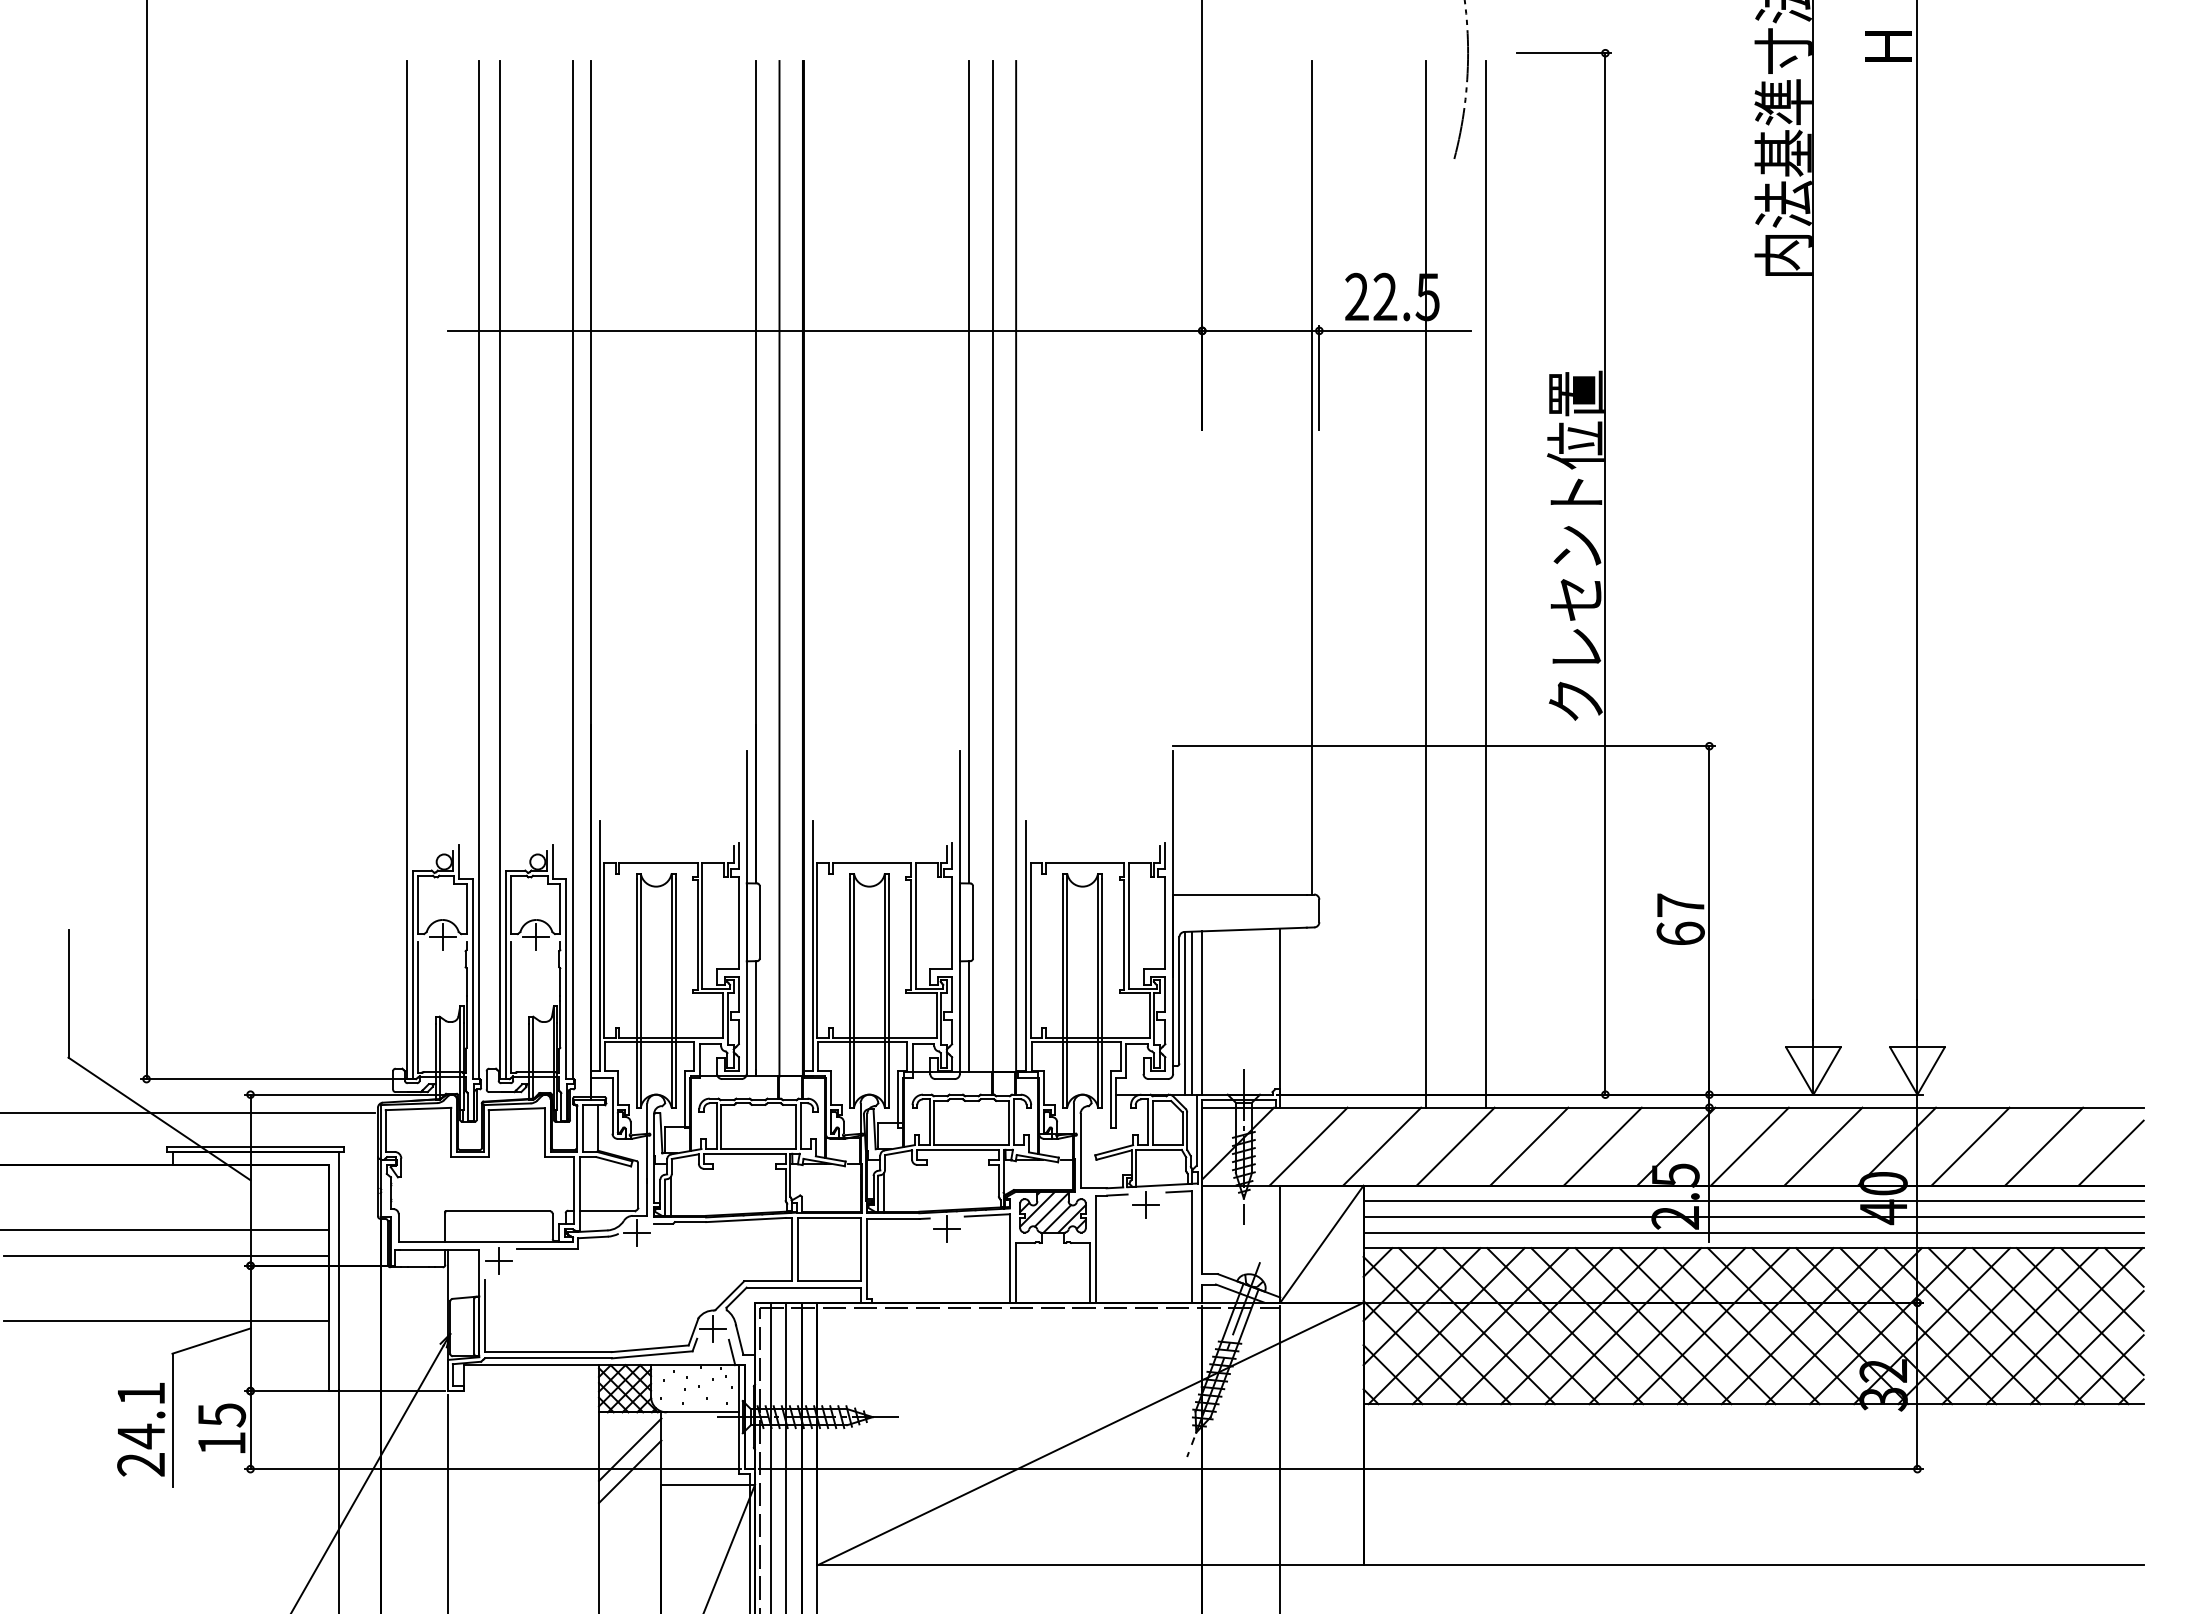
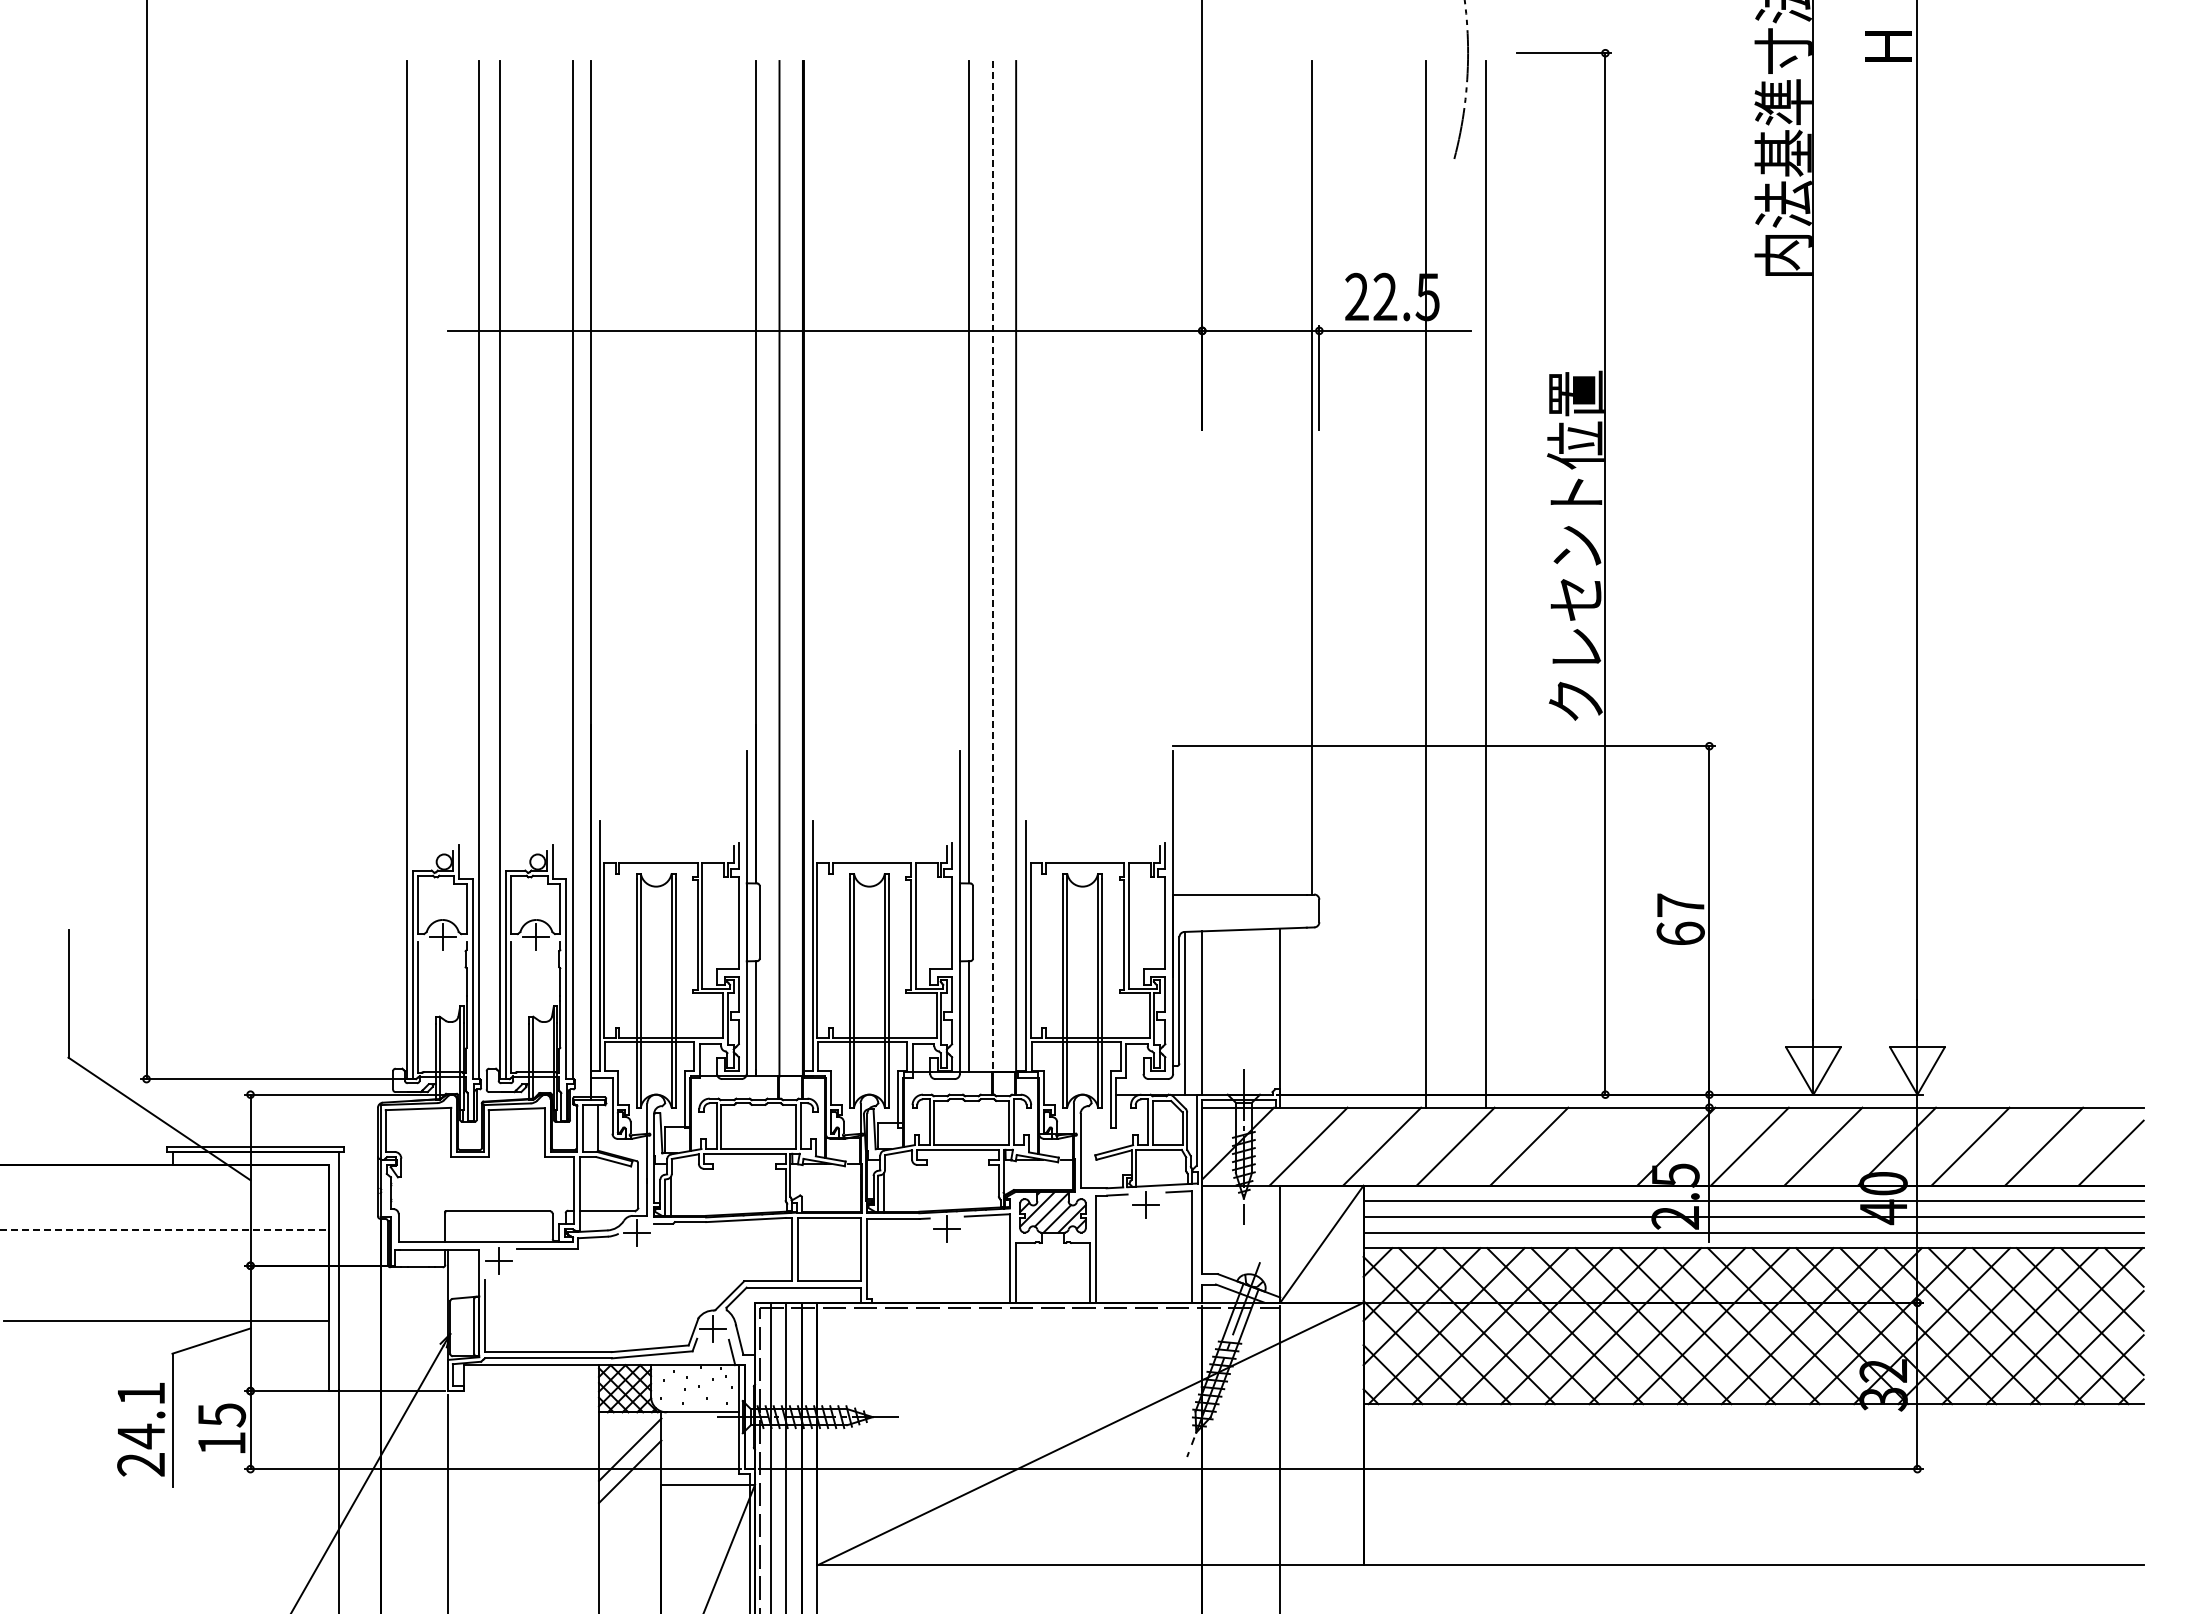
line at (992, 566): solid -> dashed
line at (1191, 1012): present -> none
line at (188, 1112): present -> none
line at (1602, 1146): present -> none
line at (164, 1229): solid -> dashed
line at (165, 1255): present -> none
